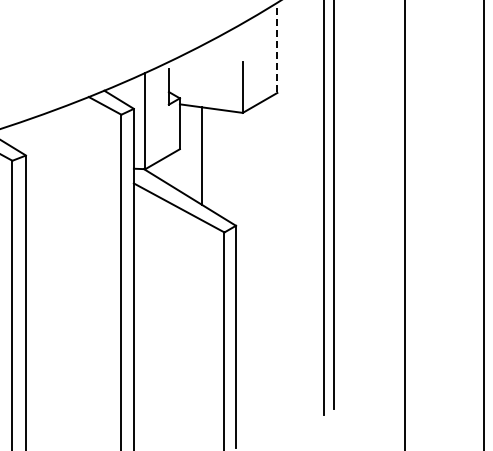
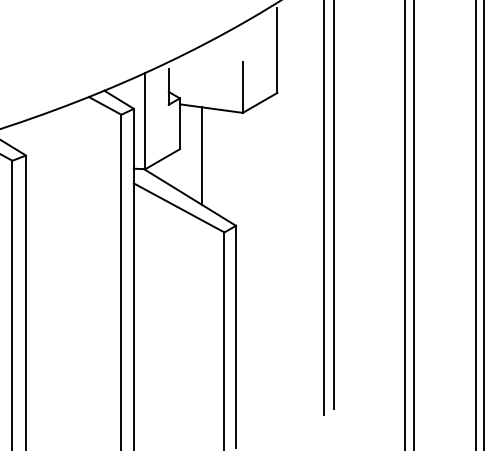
line at (277, 50): dashed -> solid
line at (413, 224): none -> present
line at (476, 224): none -> present
